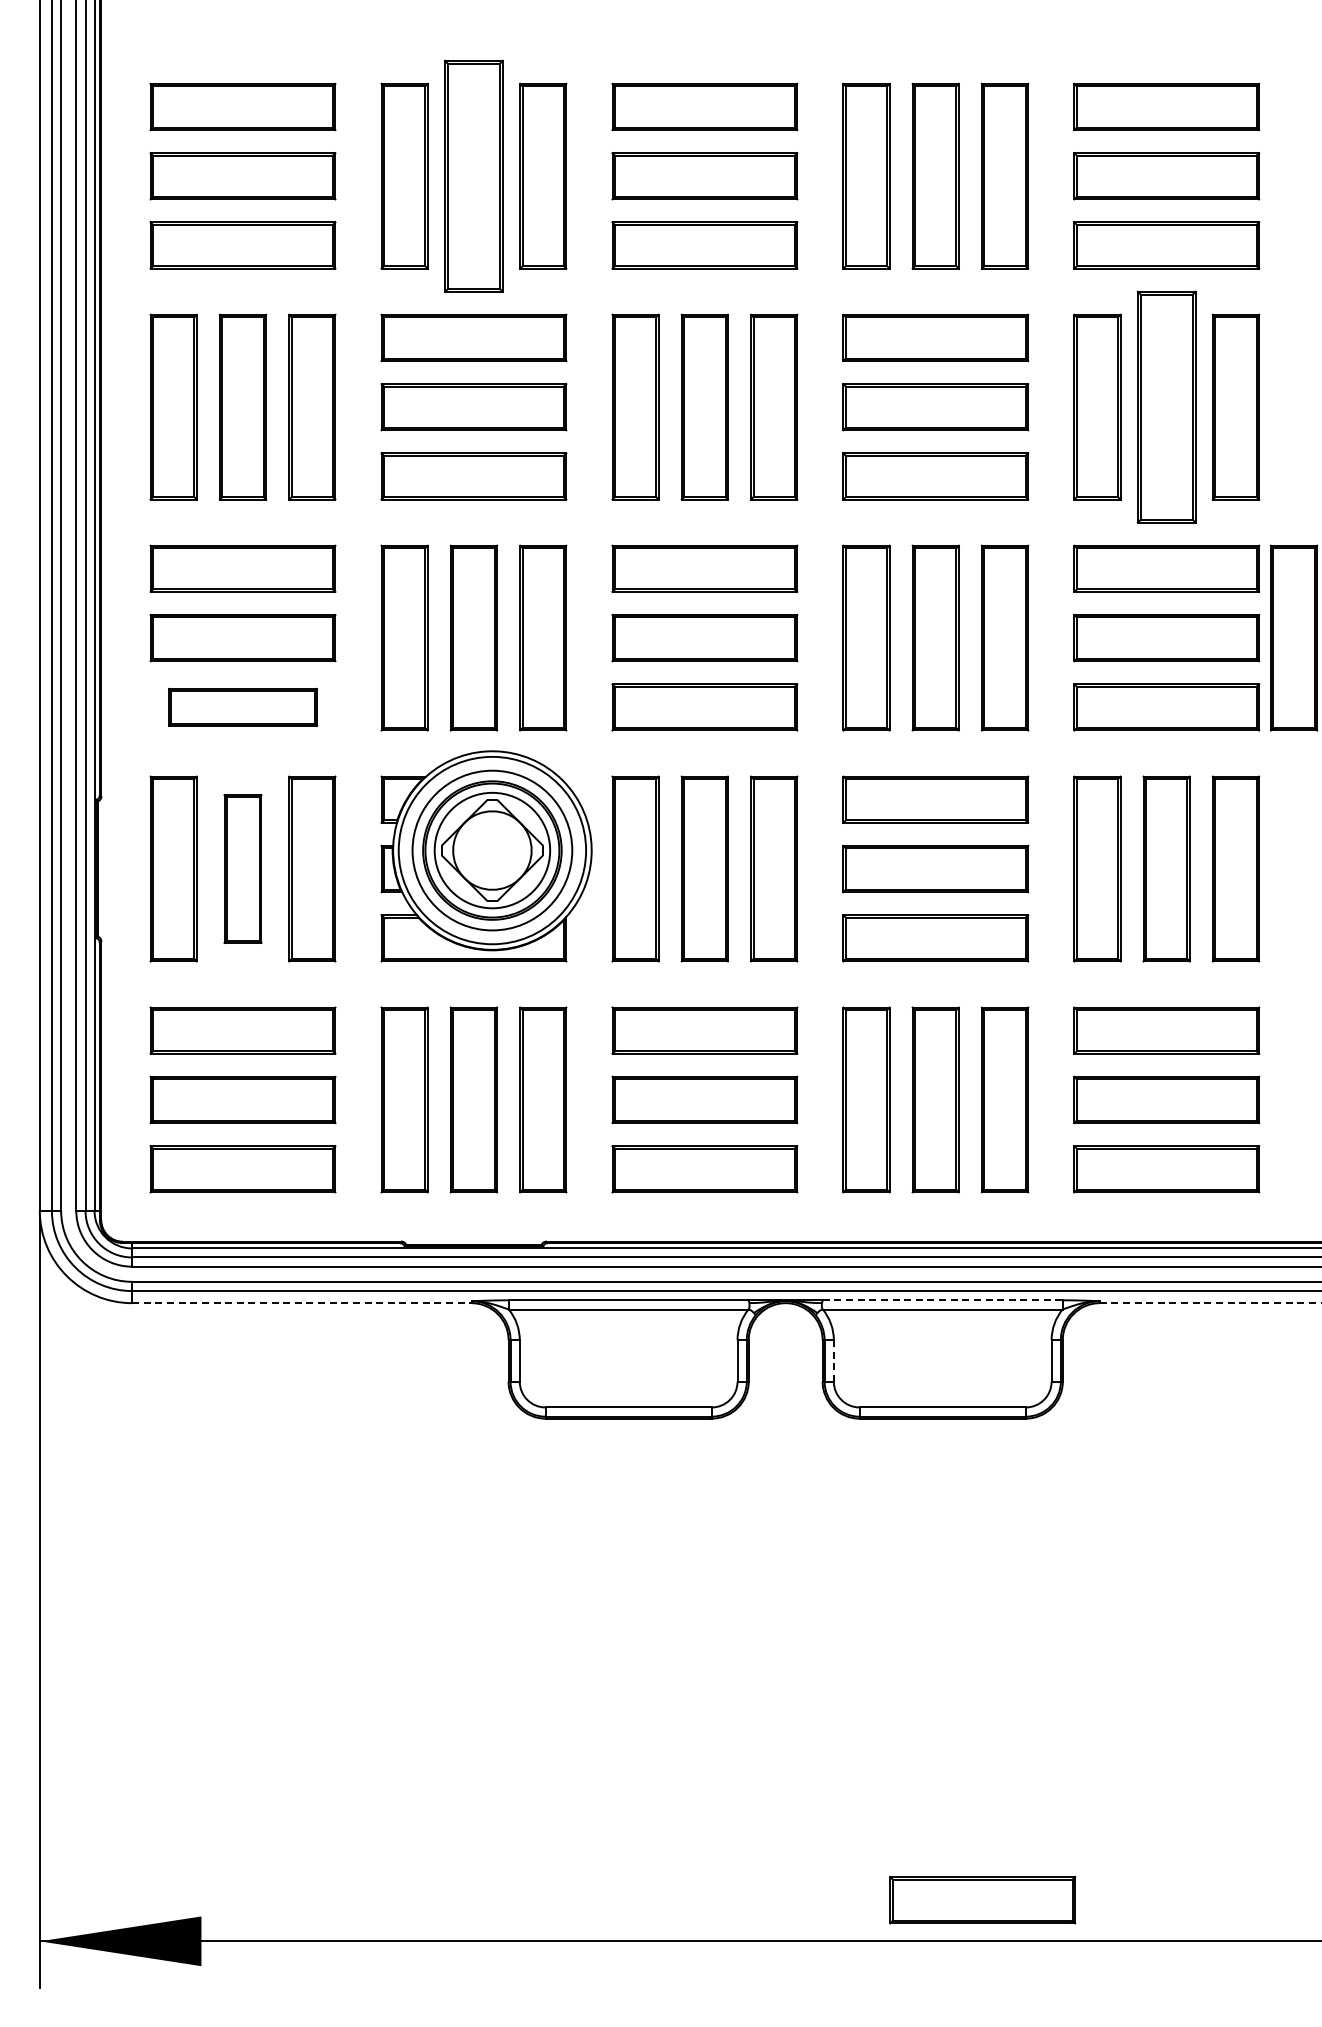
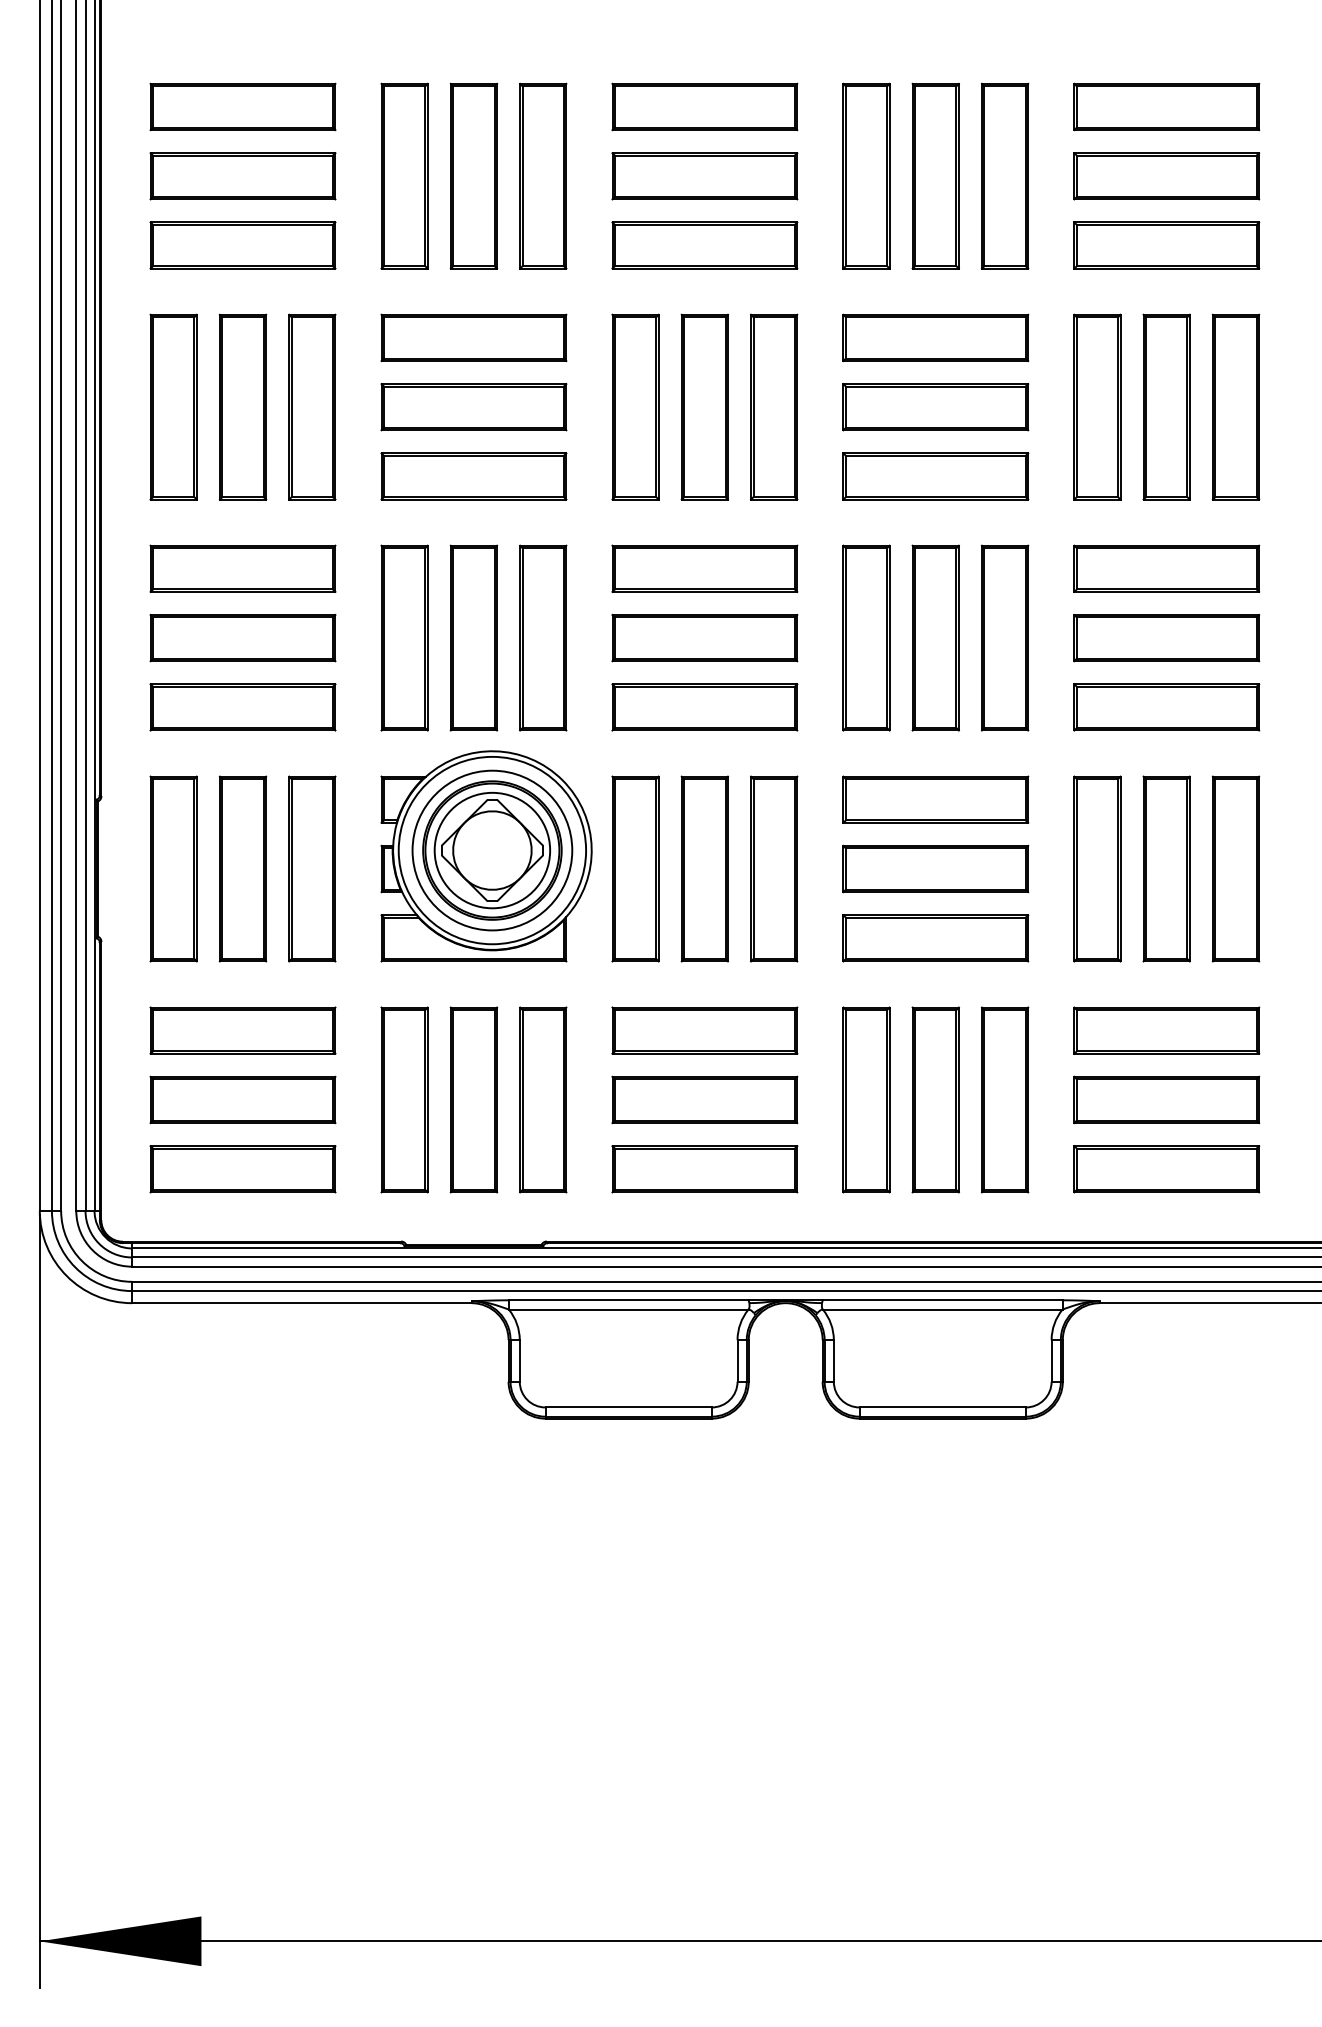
part at (473, 175) size: 60x234 px -> 50x188 px
part at (1166, 406) size: 61x234 px -> 49x188 px
part at (1293, 637): present -> none
part at (242, 706) size: 150x40 px -> 188x49 px
part at (242, 868) size: 40x150 px -> 50x188 px
line at (942, 1300): dashed -> solid
line at (301, 1303): dashed -> solid
line at (1210, 1303): dashed -> solid
line at (833, 1360): dashed -> solid
part at (982, 1900): present -> none
